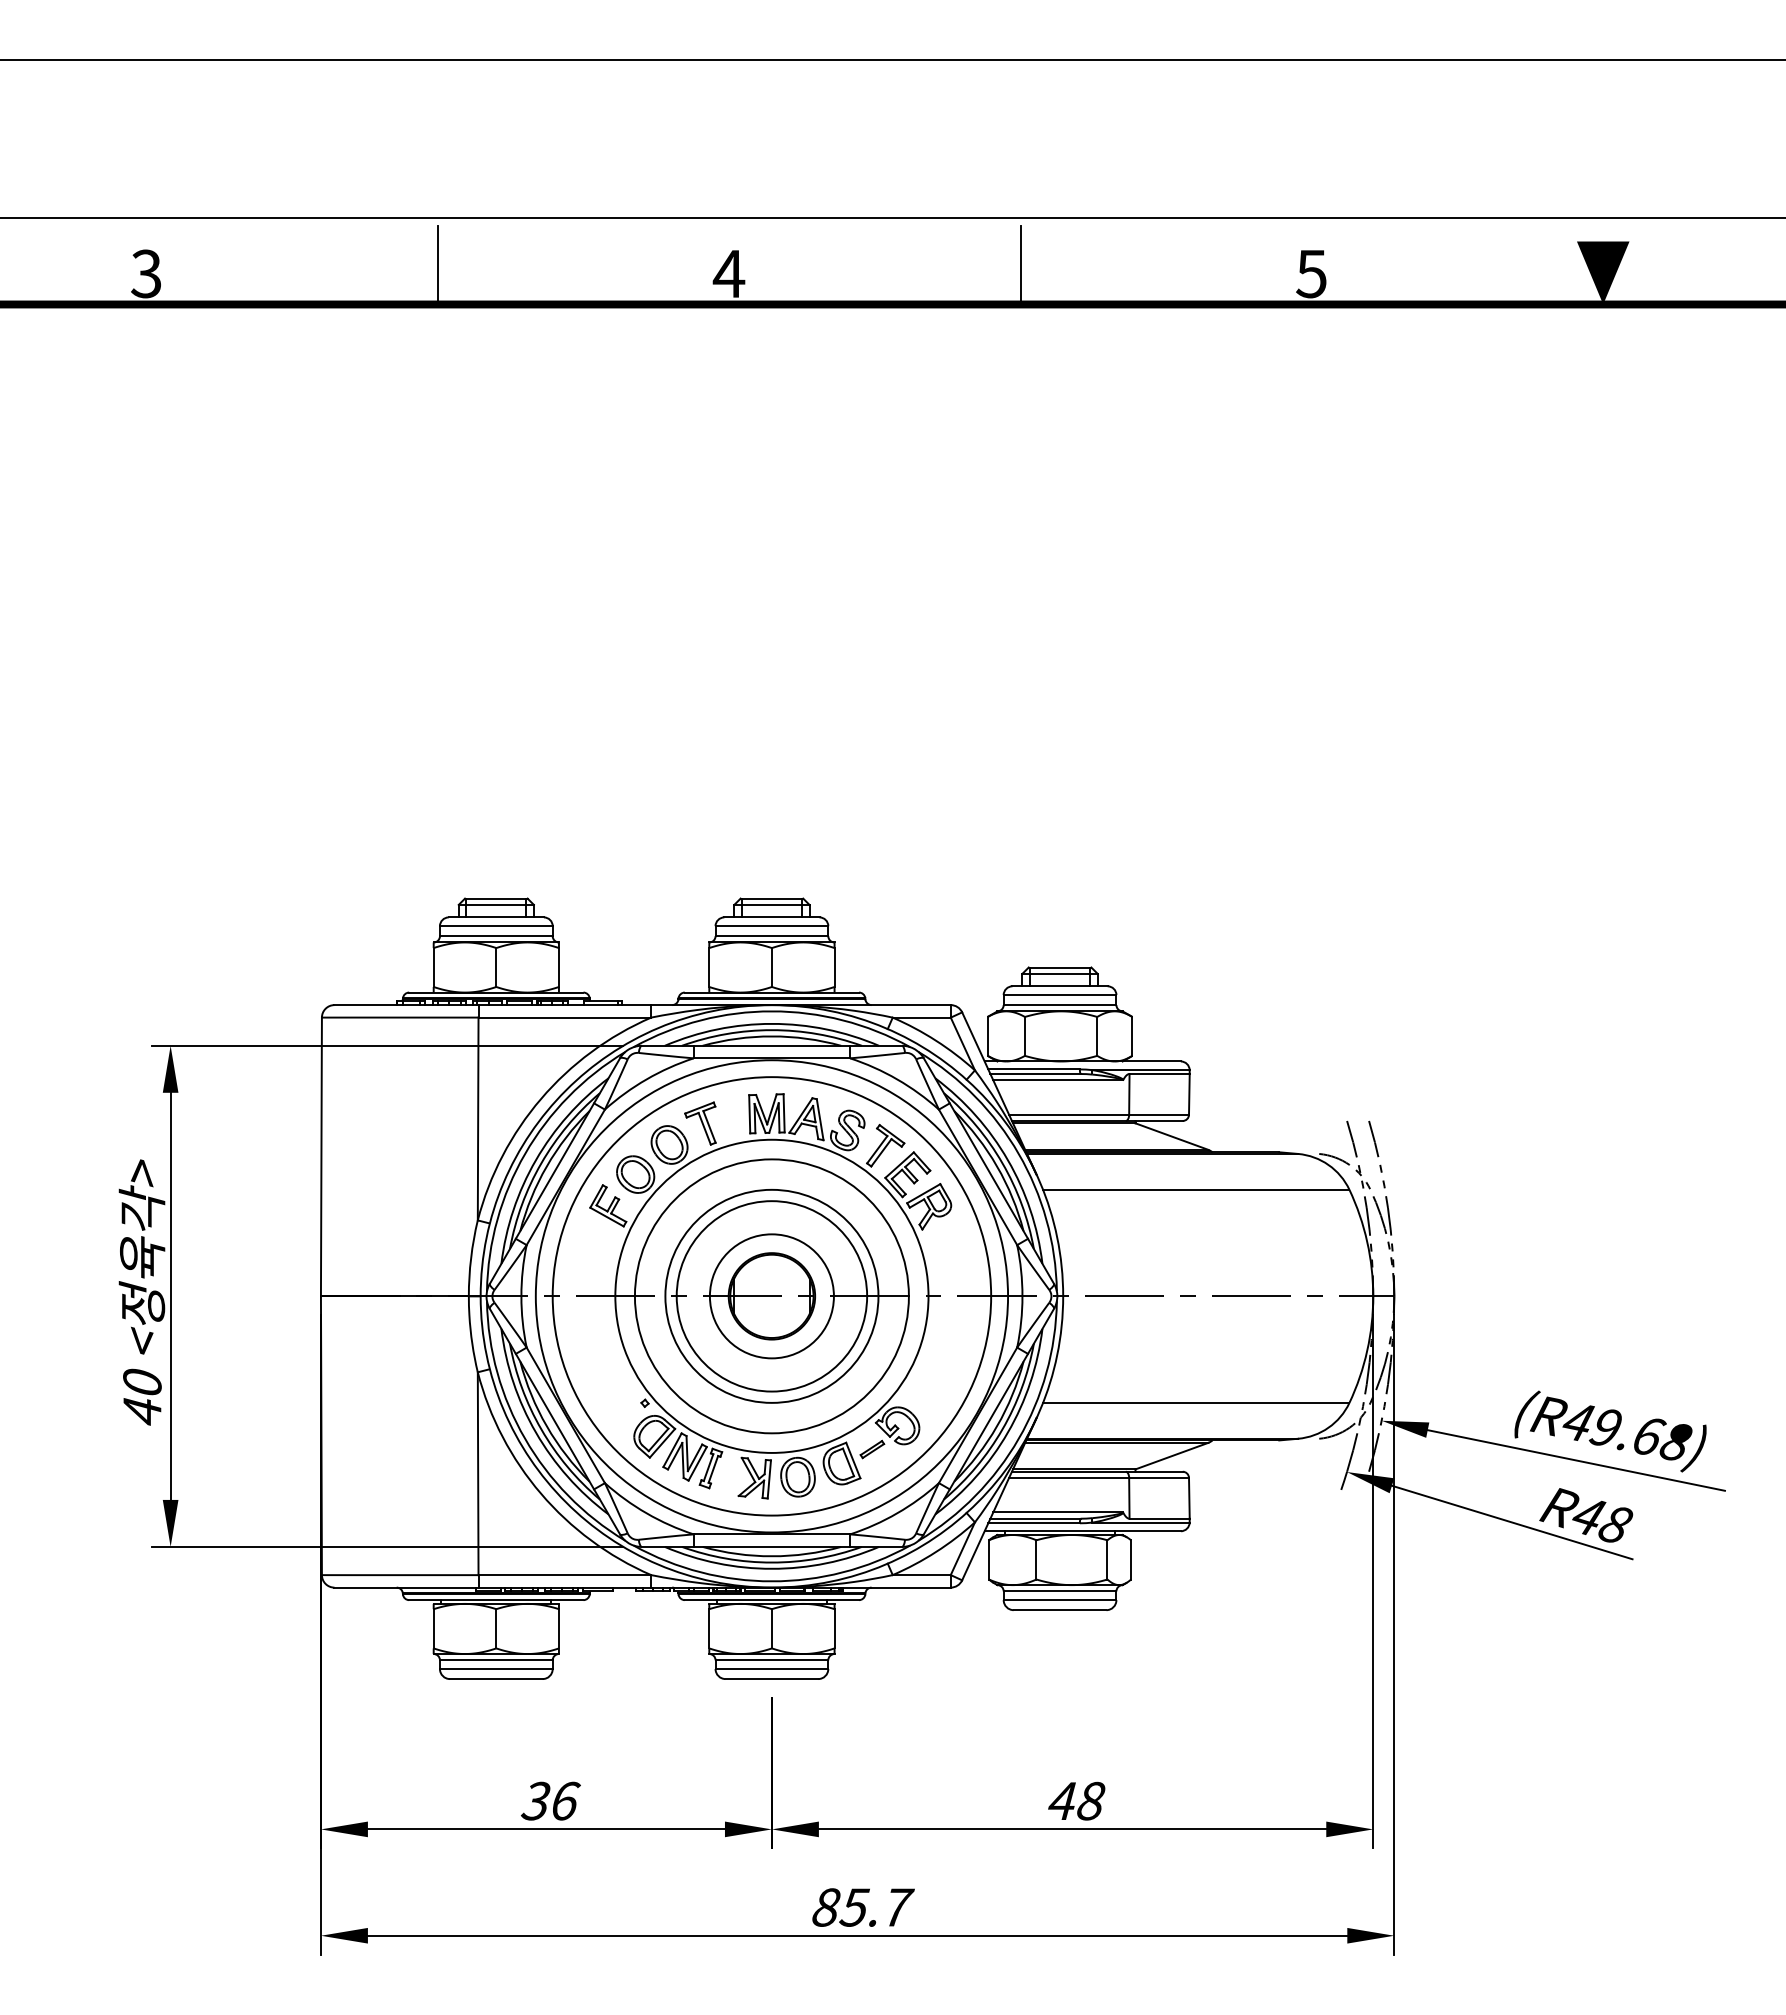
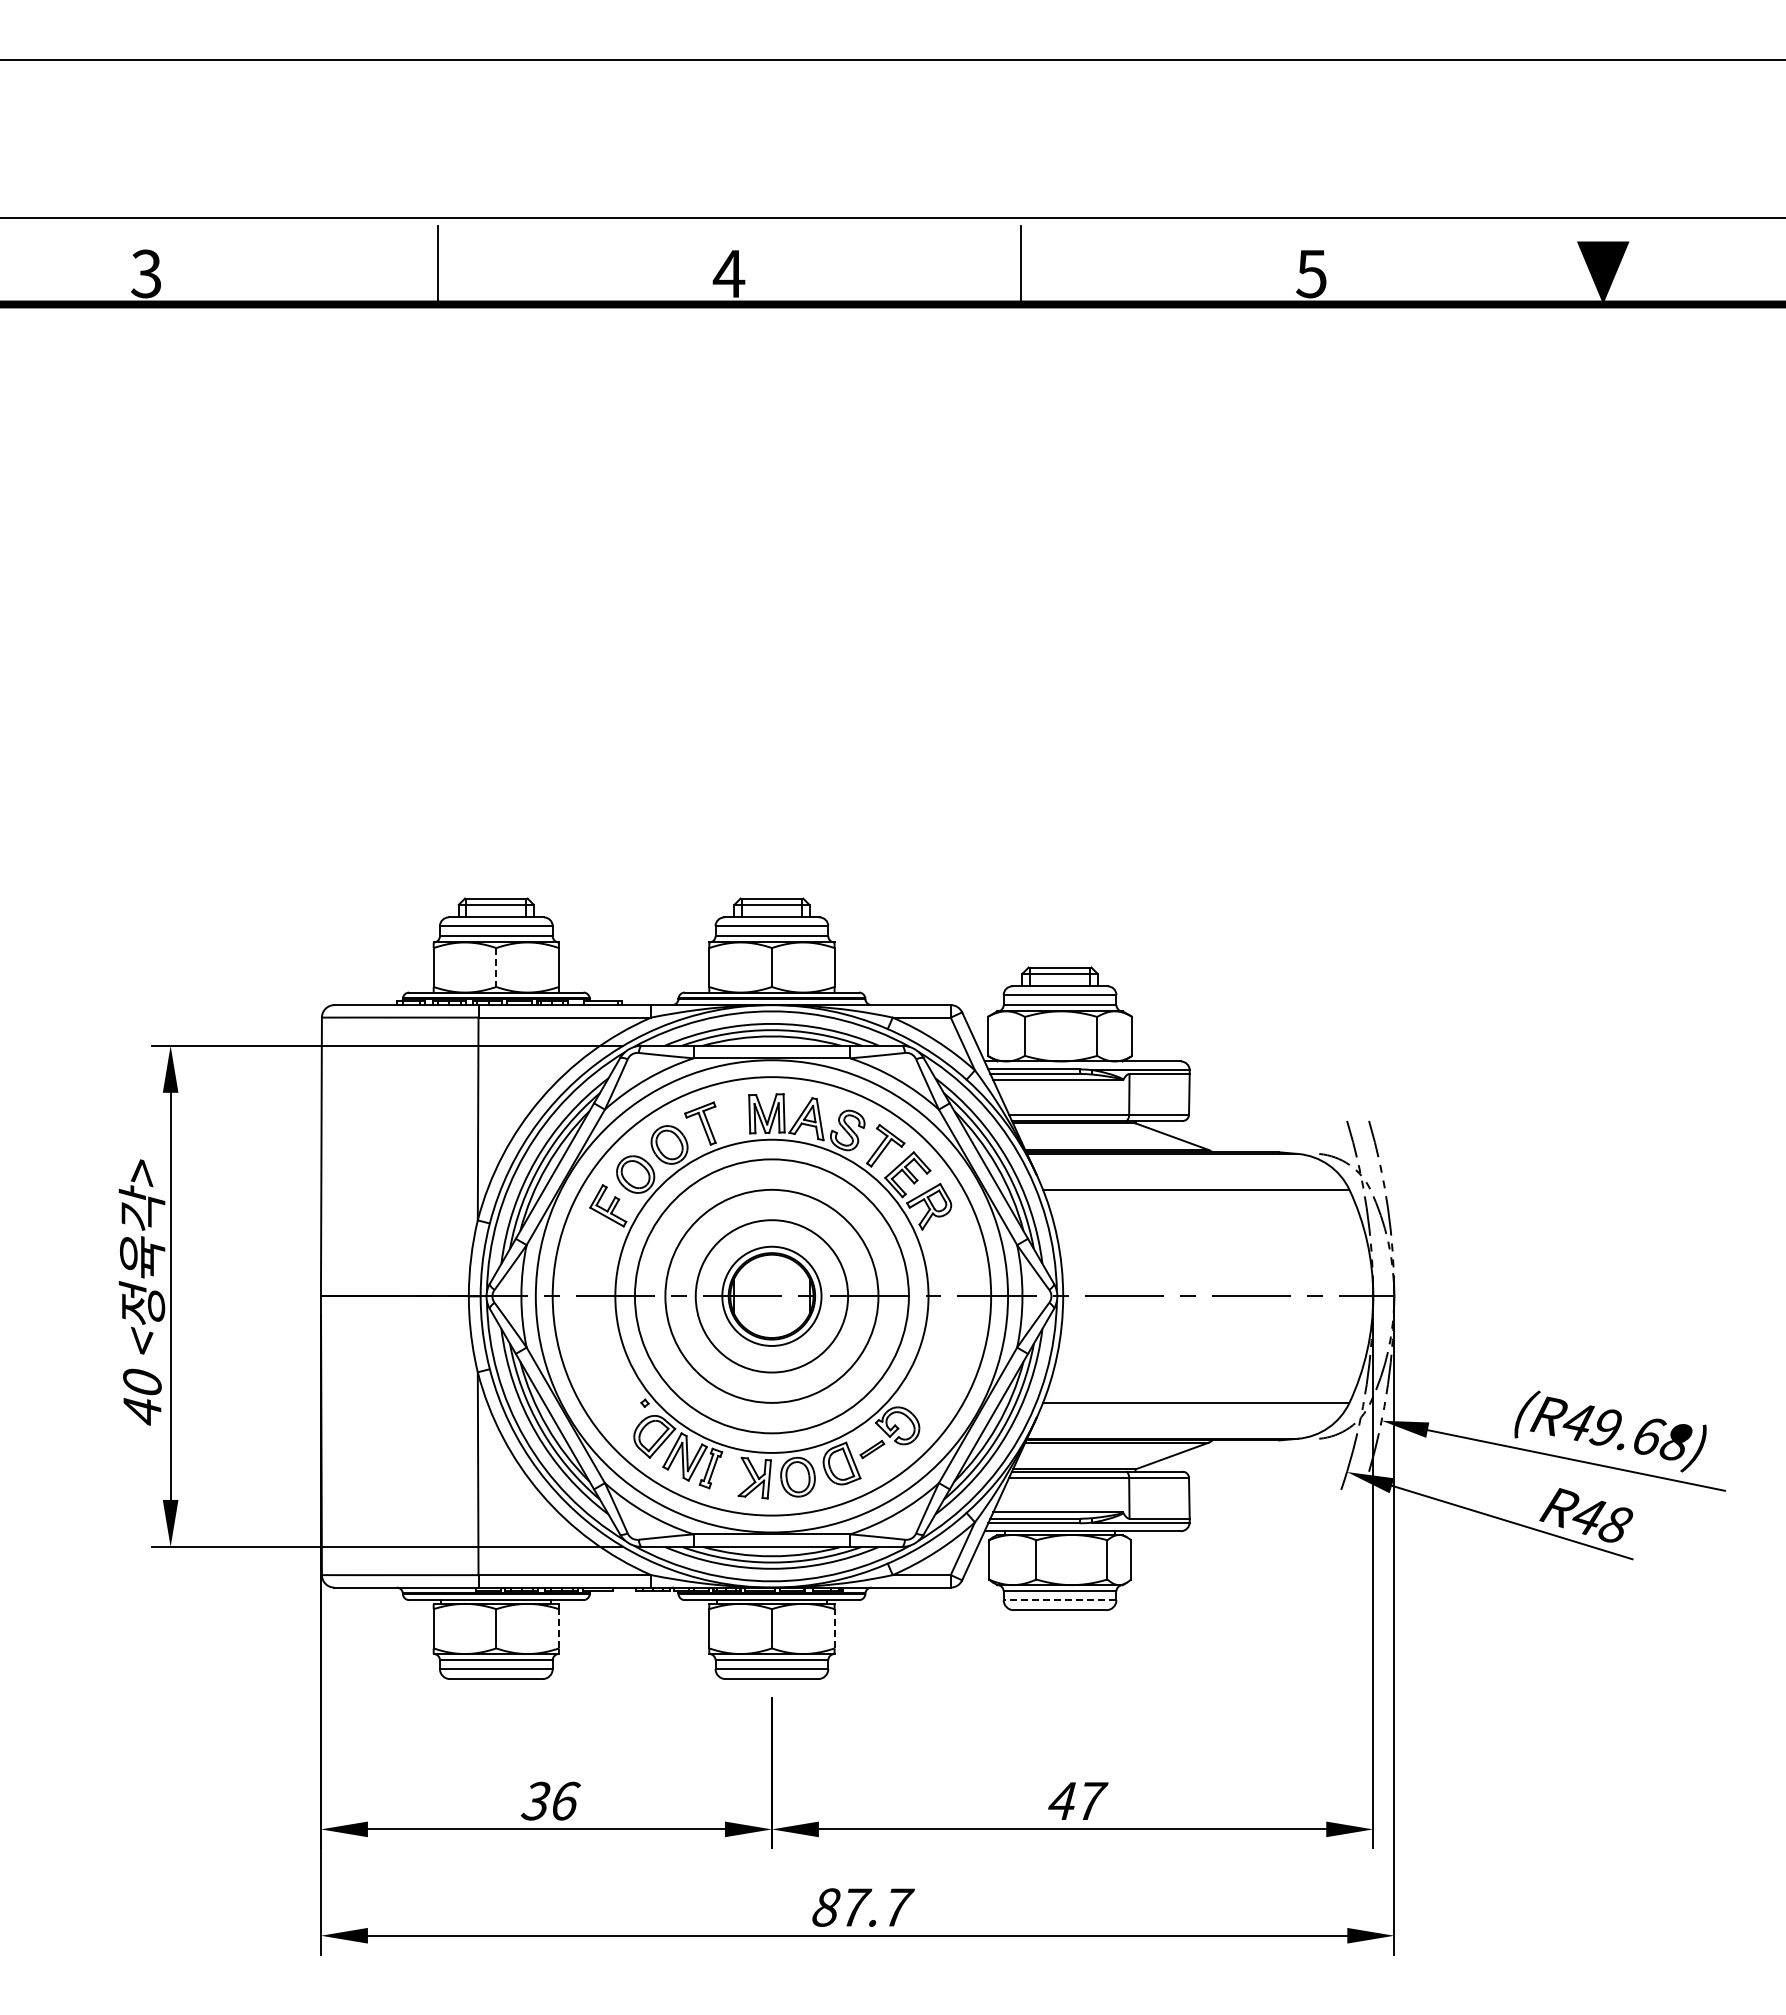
line at (496, 968): solid -> dashed
circle at (771, 1296) diameter: 124 px -> 99 px
circle at (771, 1296) diameter: 190 px -> 152 px
line at (1059, 1600): solid -> dashed
line at (558, 1628): solid -> dashed
line at (834, 1628): solid -> dashed
text at (1092, 1800): 48 -> 47
text at (855, 1907): 85.7 -> 87.7
